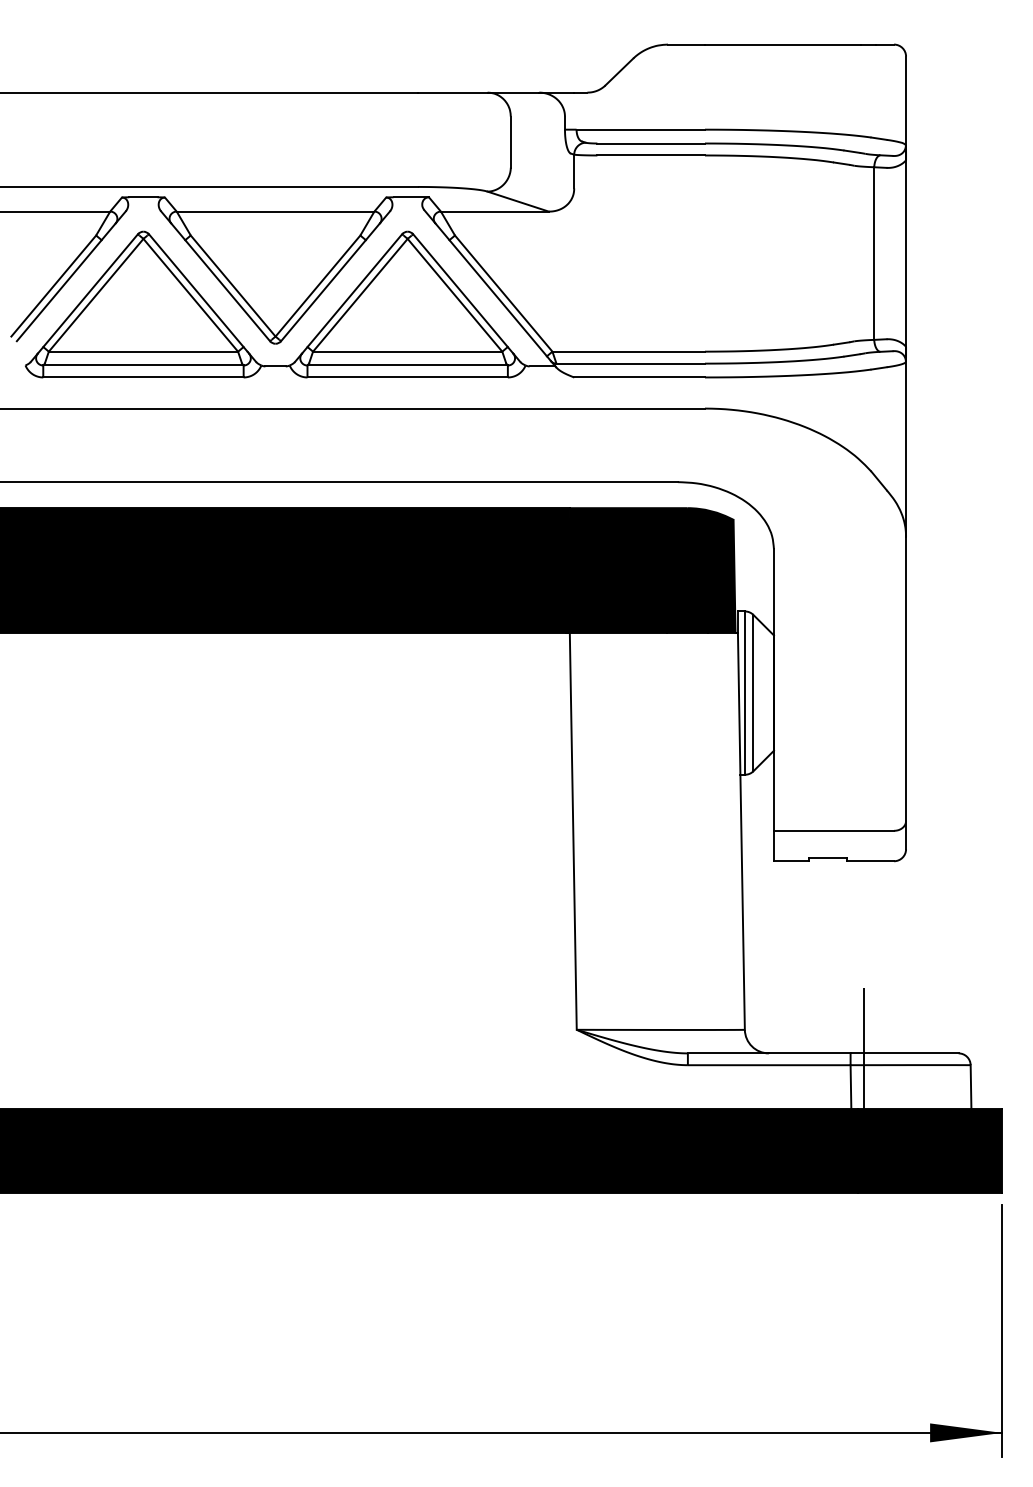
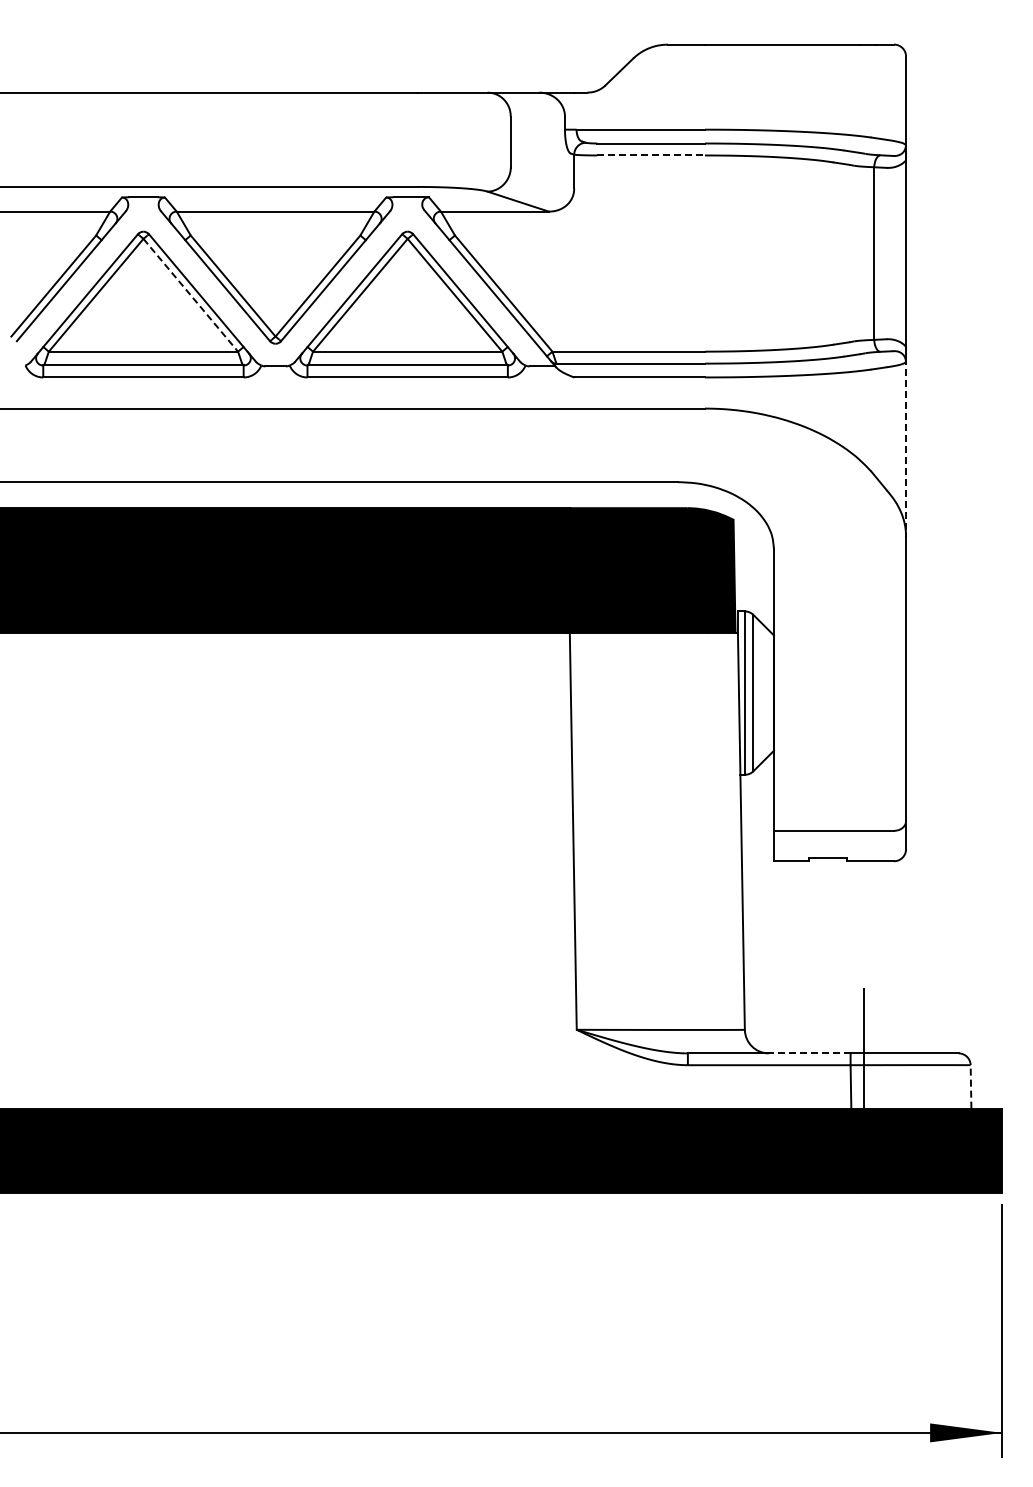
line at (651, 155): solid -> dashed
line at (190, 295): solid -> dashed
line at (906, 441): solid -> dashed
line at (809, 1053): solid -> dashed
line at (971, 1086): solid -> dashed
